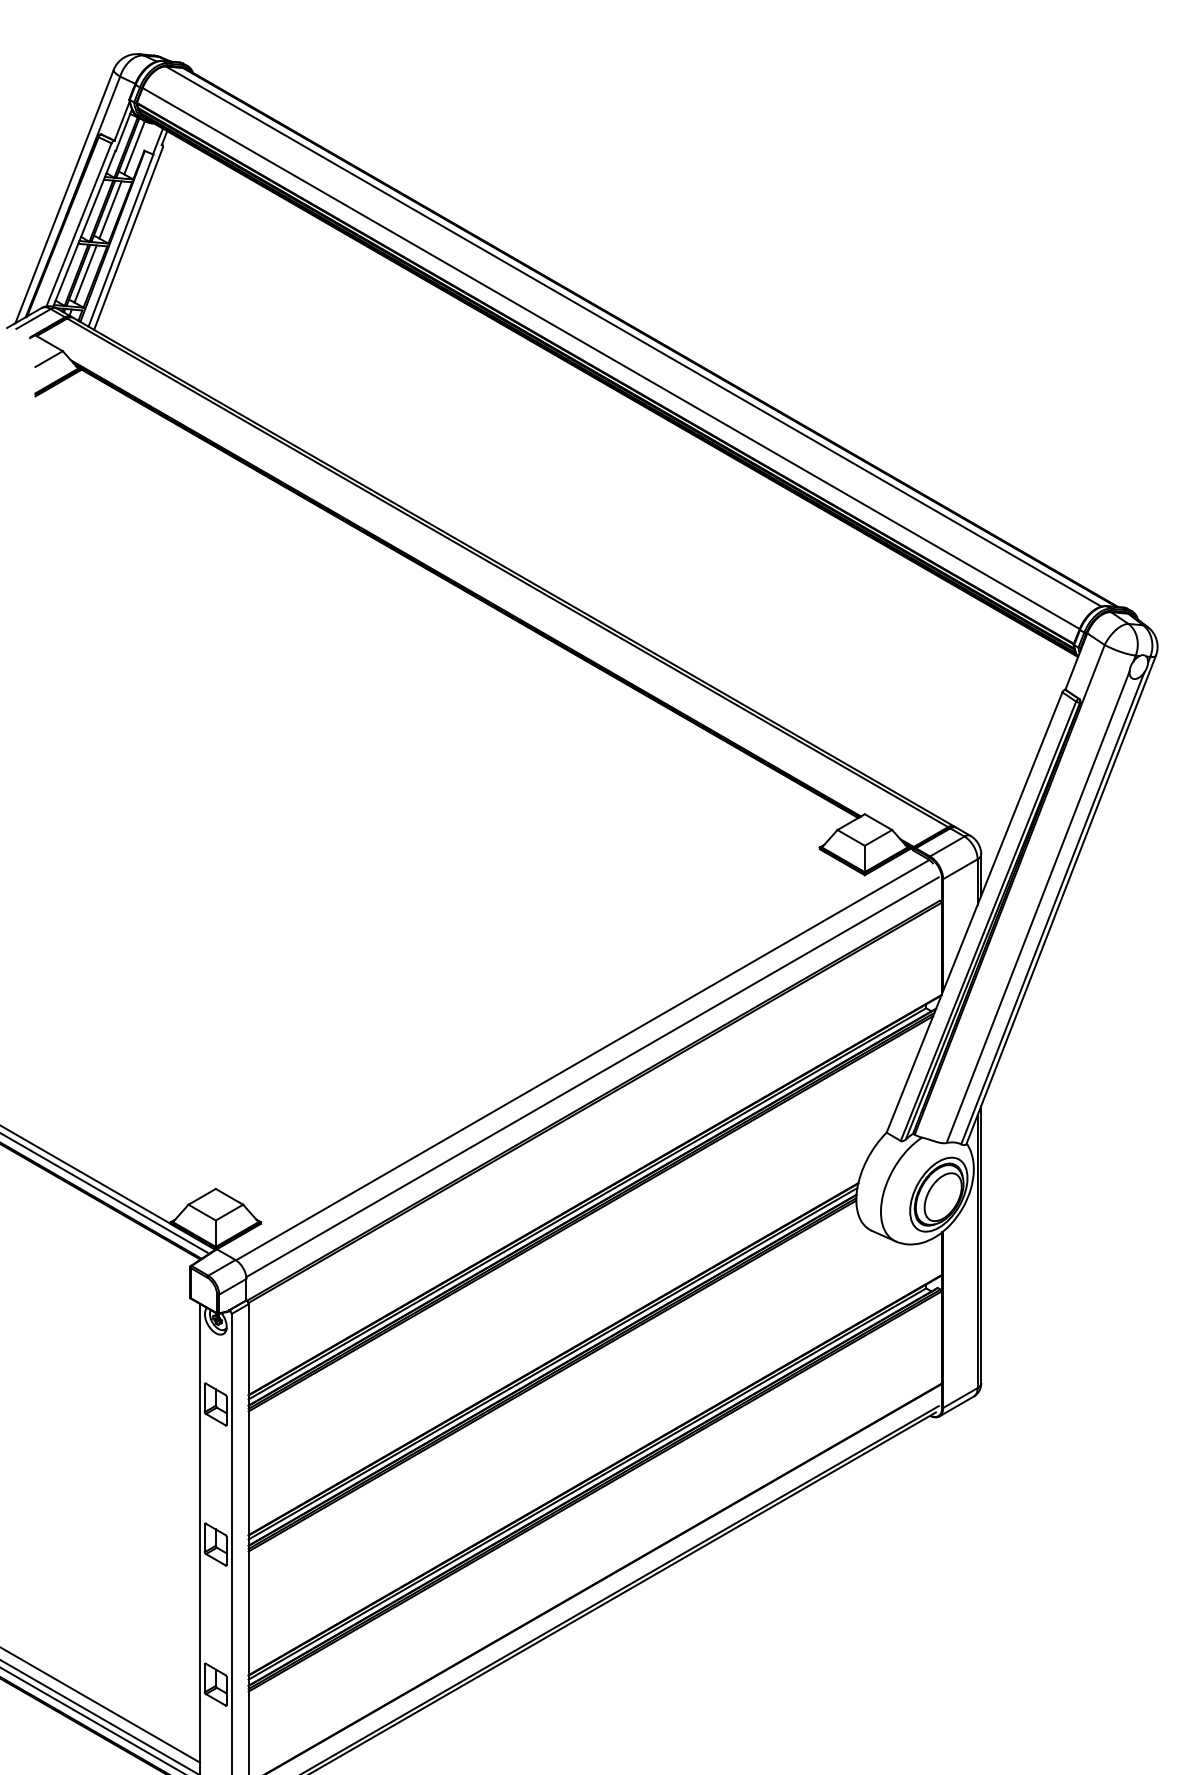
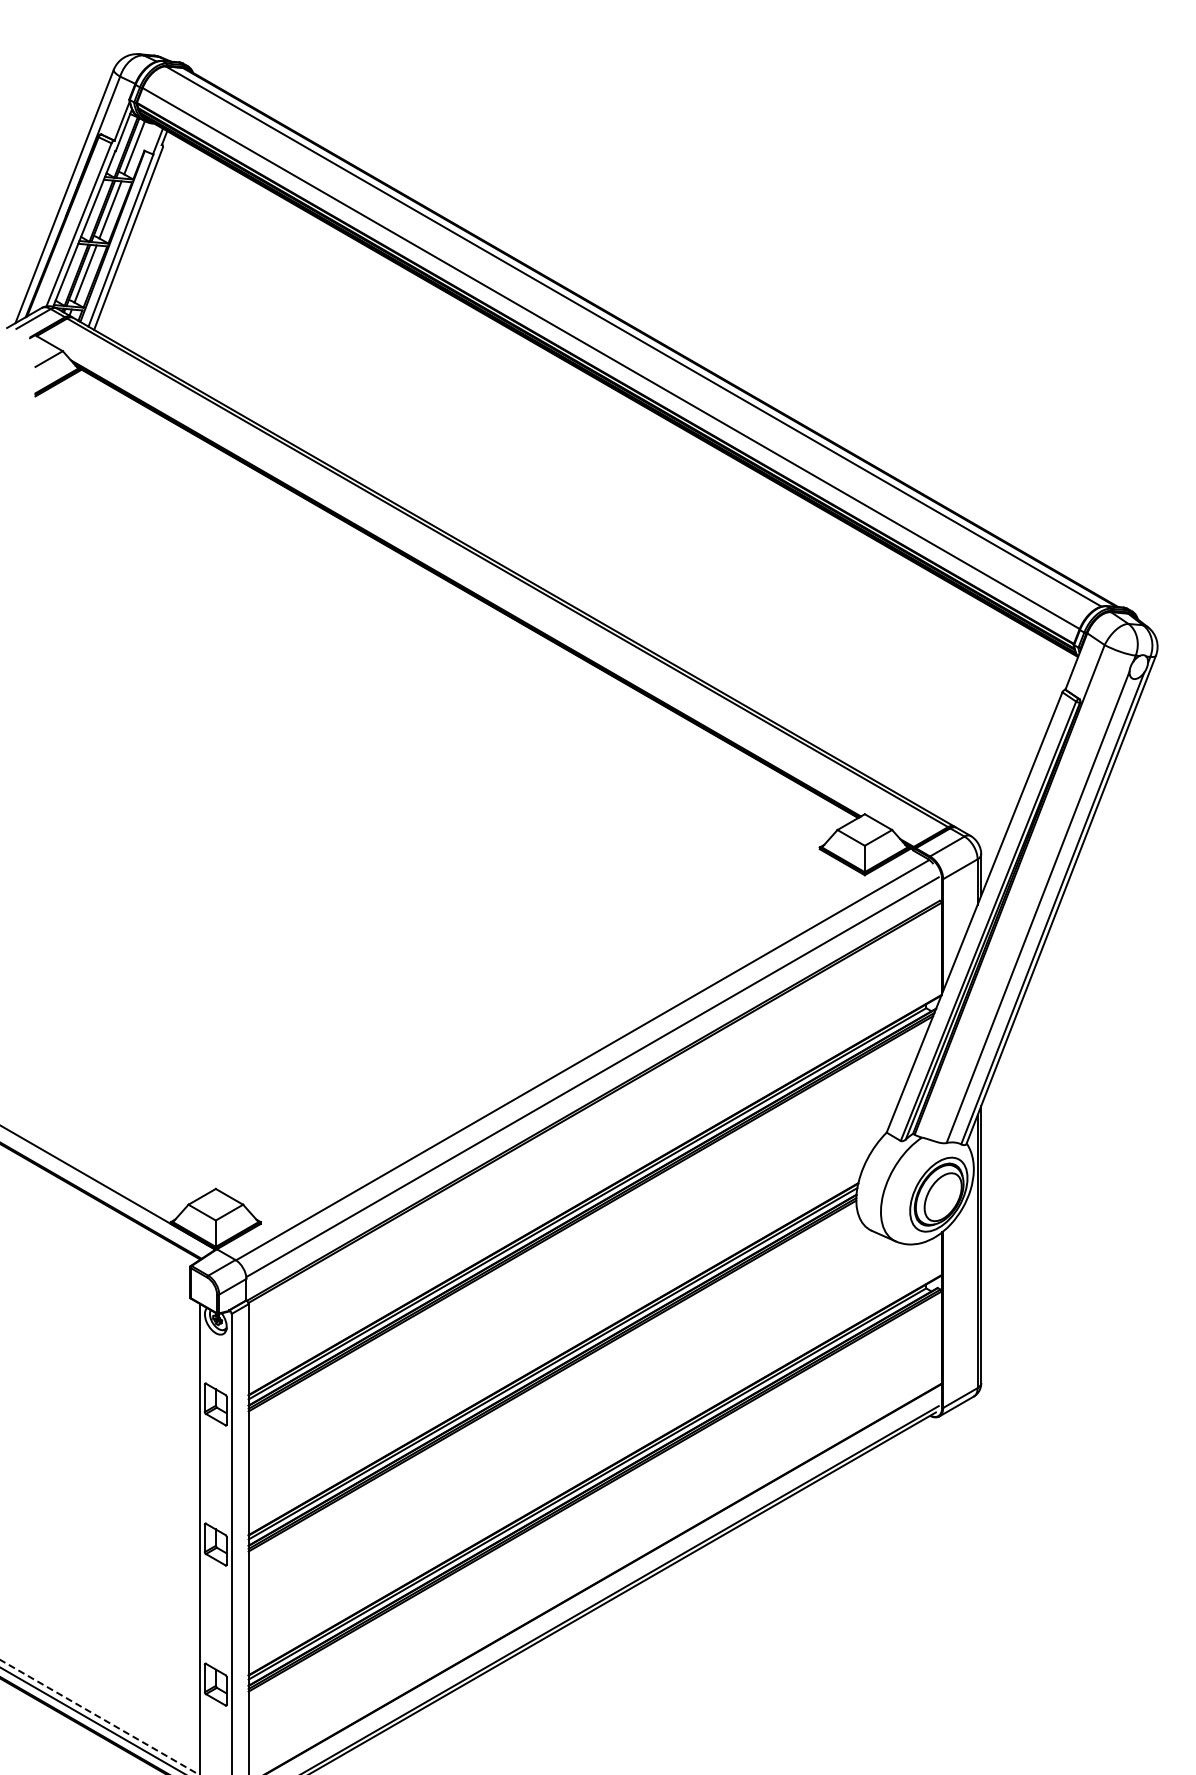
line at (105, 1193): present -> none
line at (101, 1705): present -> none
line at (99, 1717): solid -> dashed
